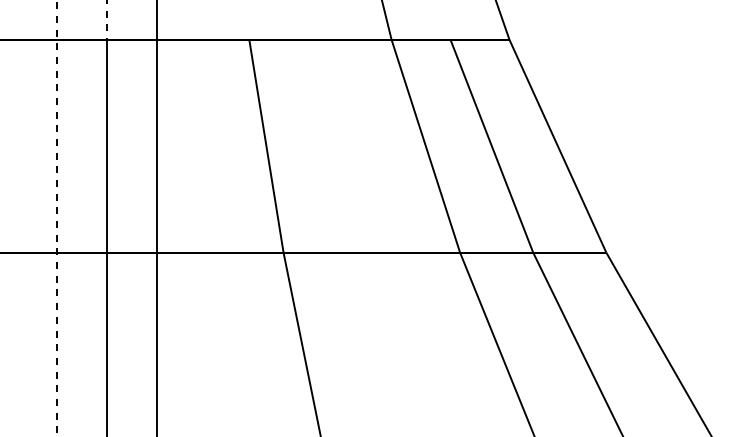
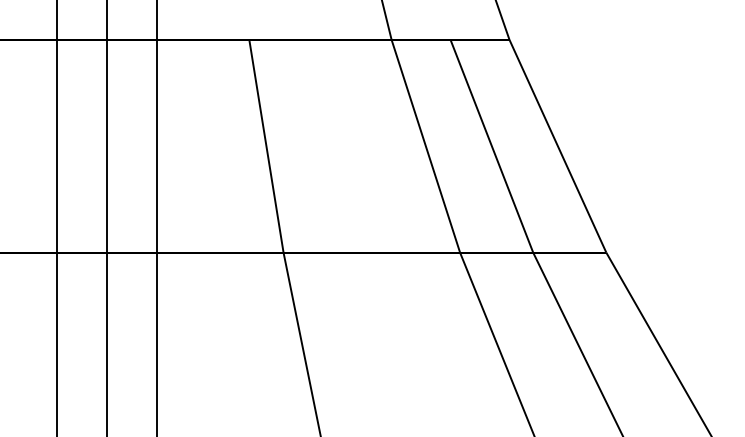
line at (107, 20): dashed -> solid
line at (56, 218): dashed -> solid
